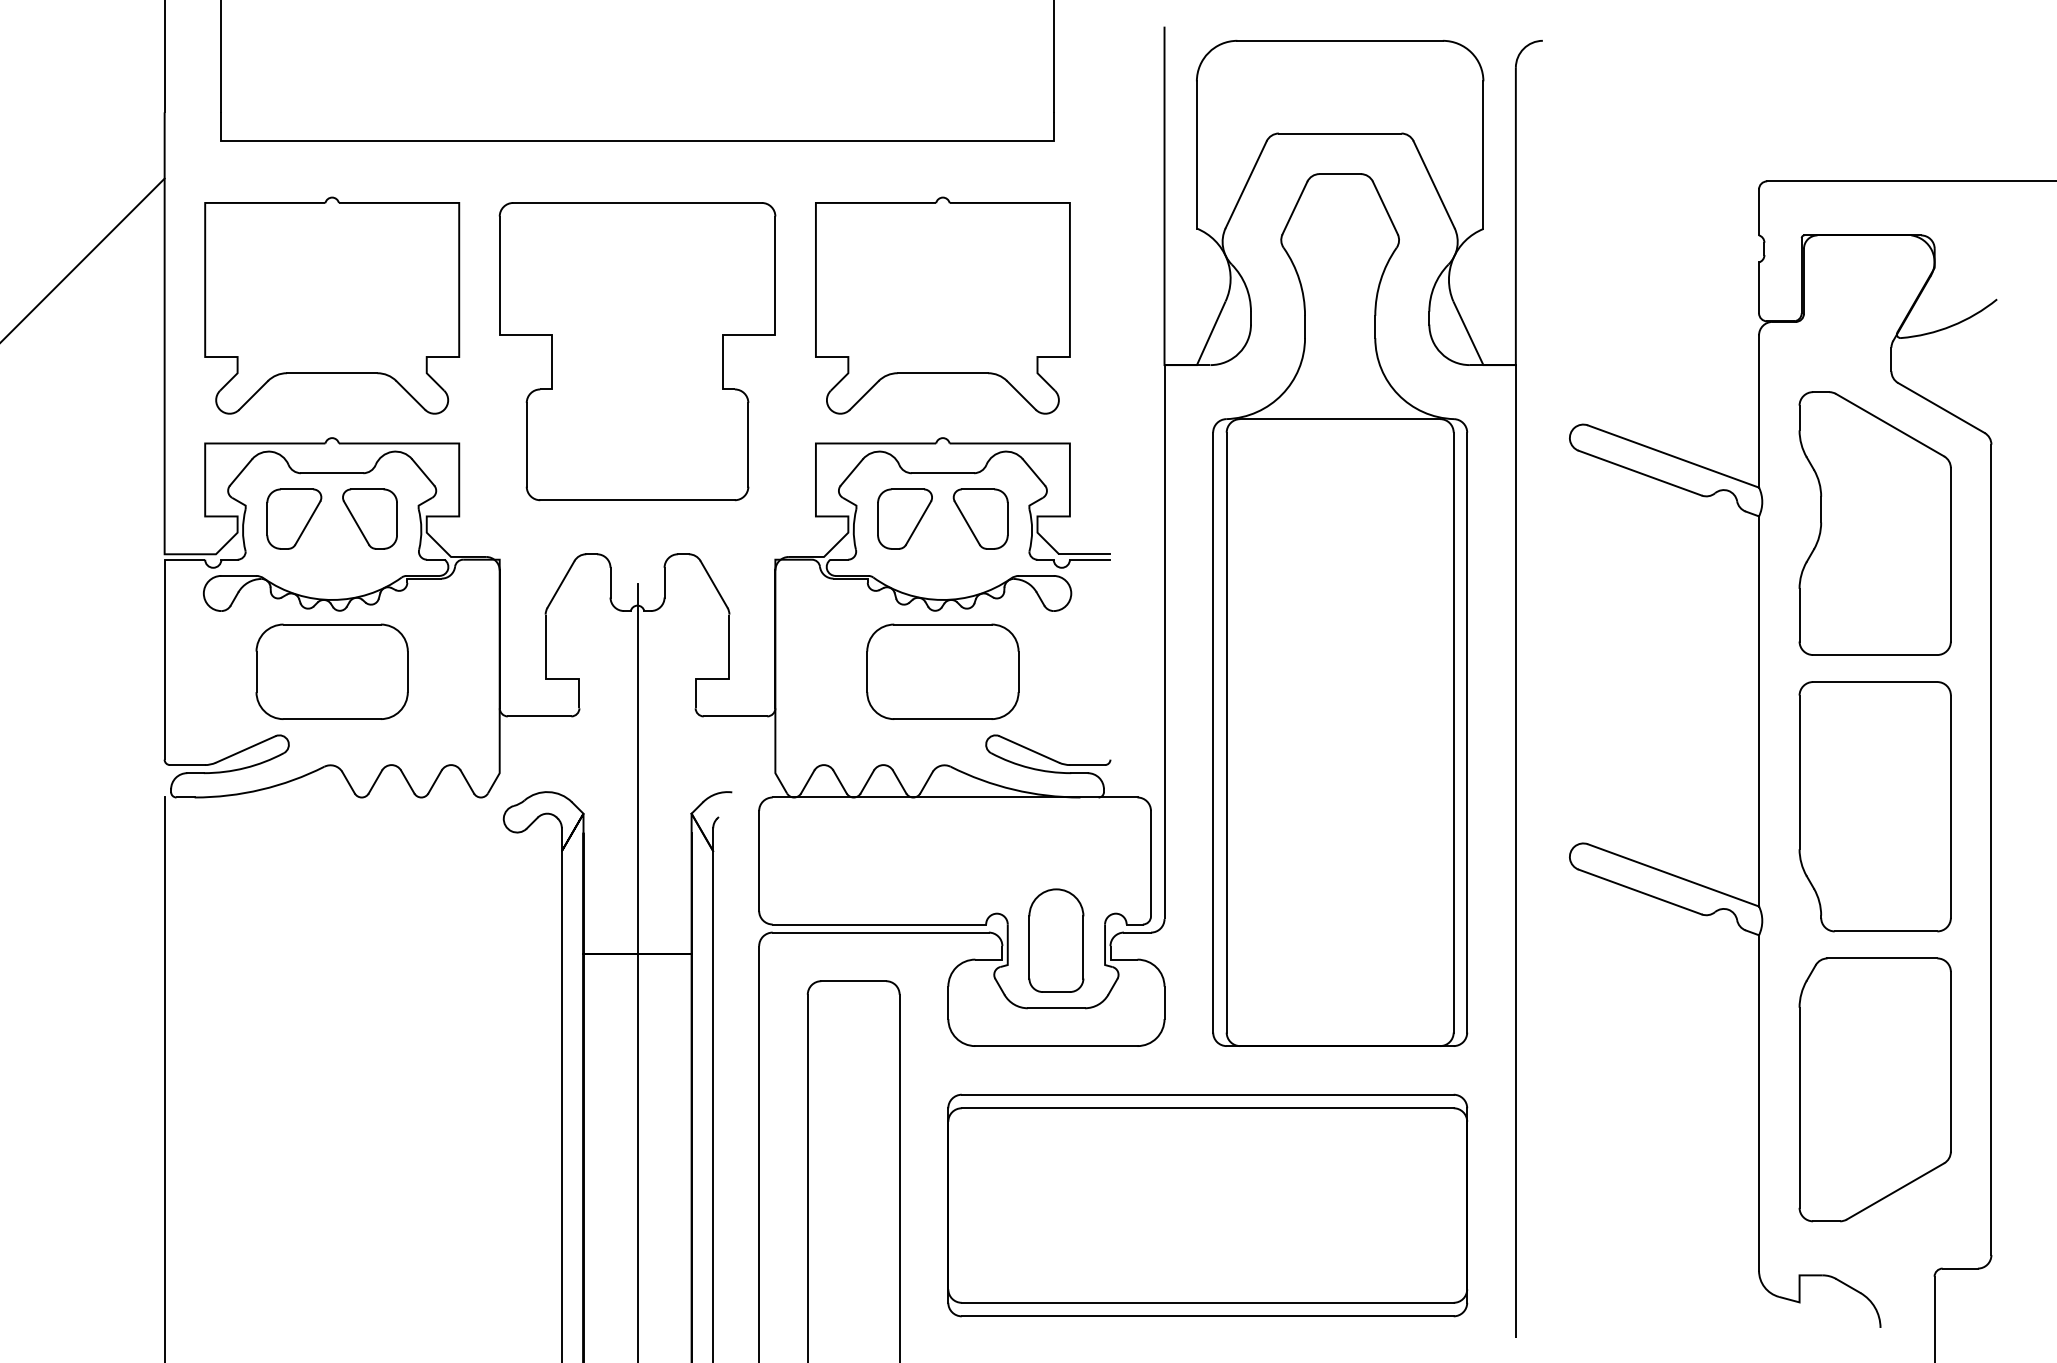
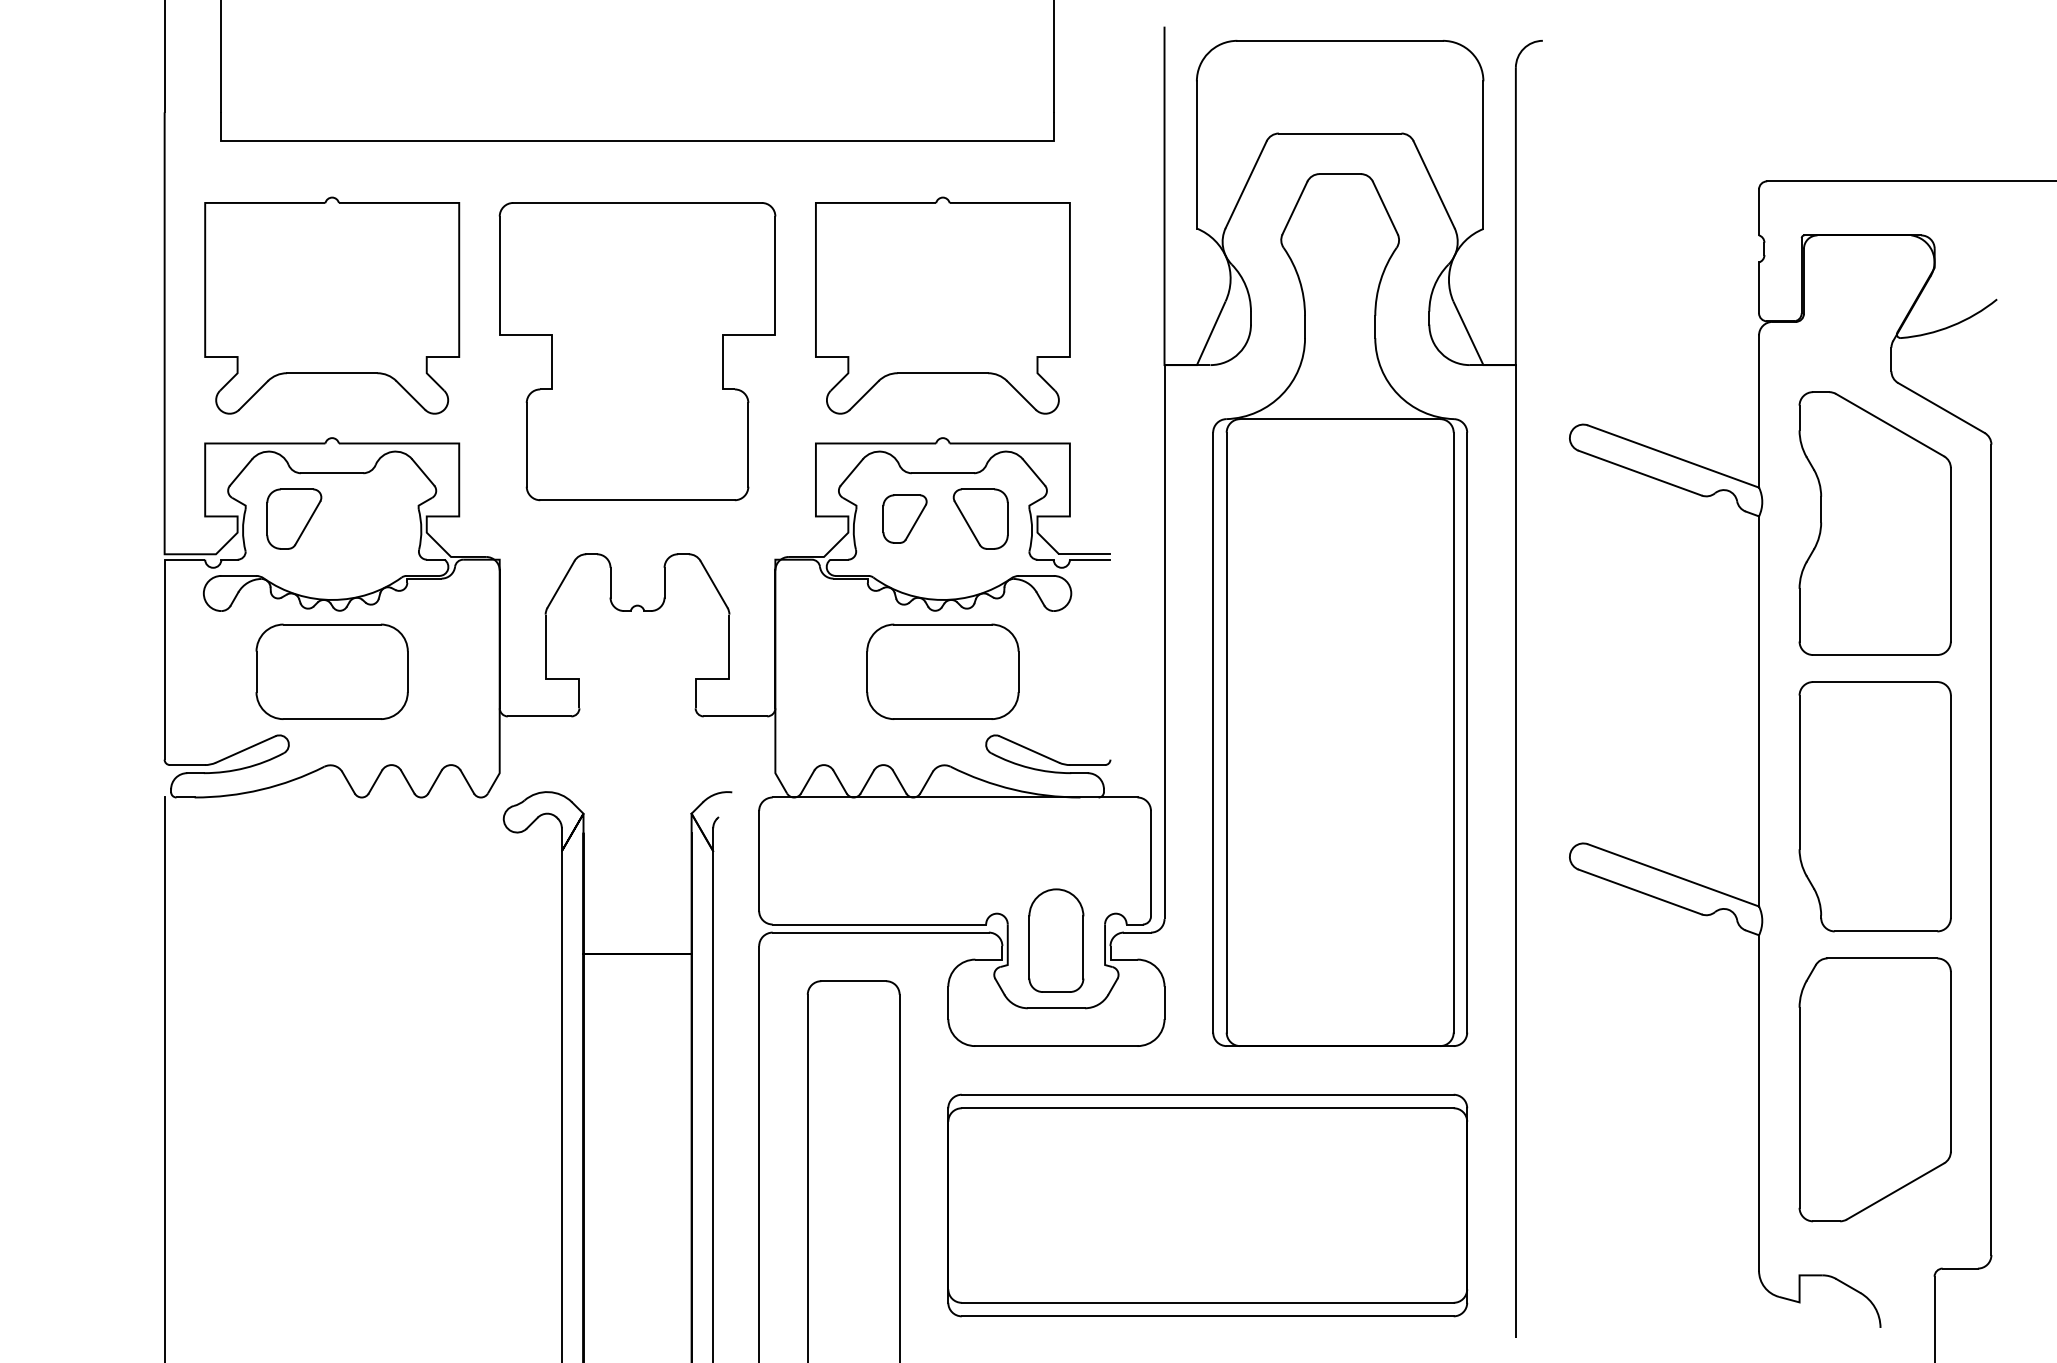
line at (83, 259): present -> none
part at (369, 518): present -> none
part at (904, 518) size: 56x62 px -> 46x50 px
line at (637, 971): present -> none
